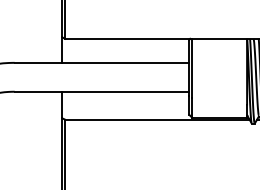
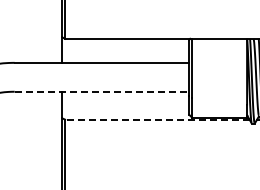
line at (102, 91): solid -> dashed
line at (156, 119): solid -> dashed
